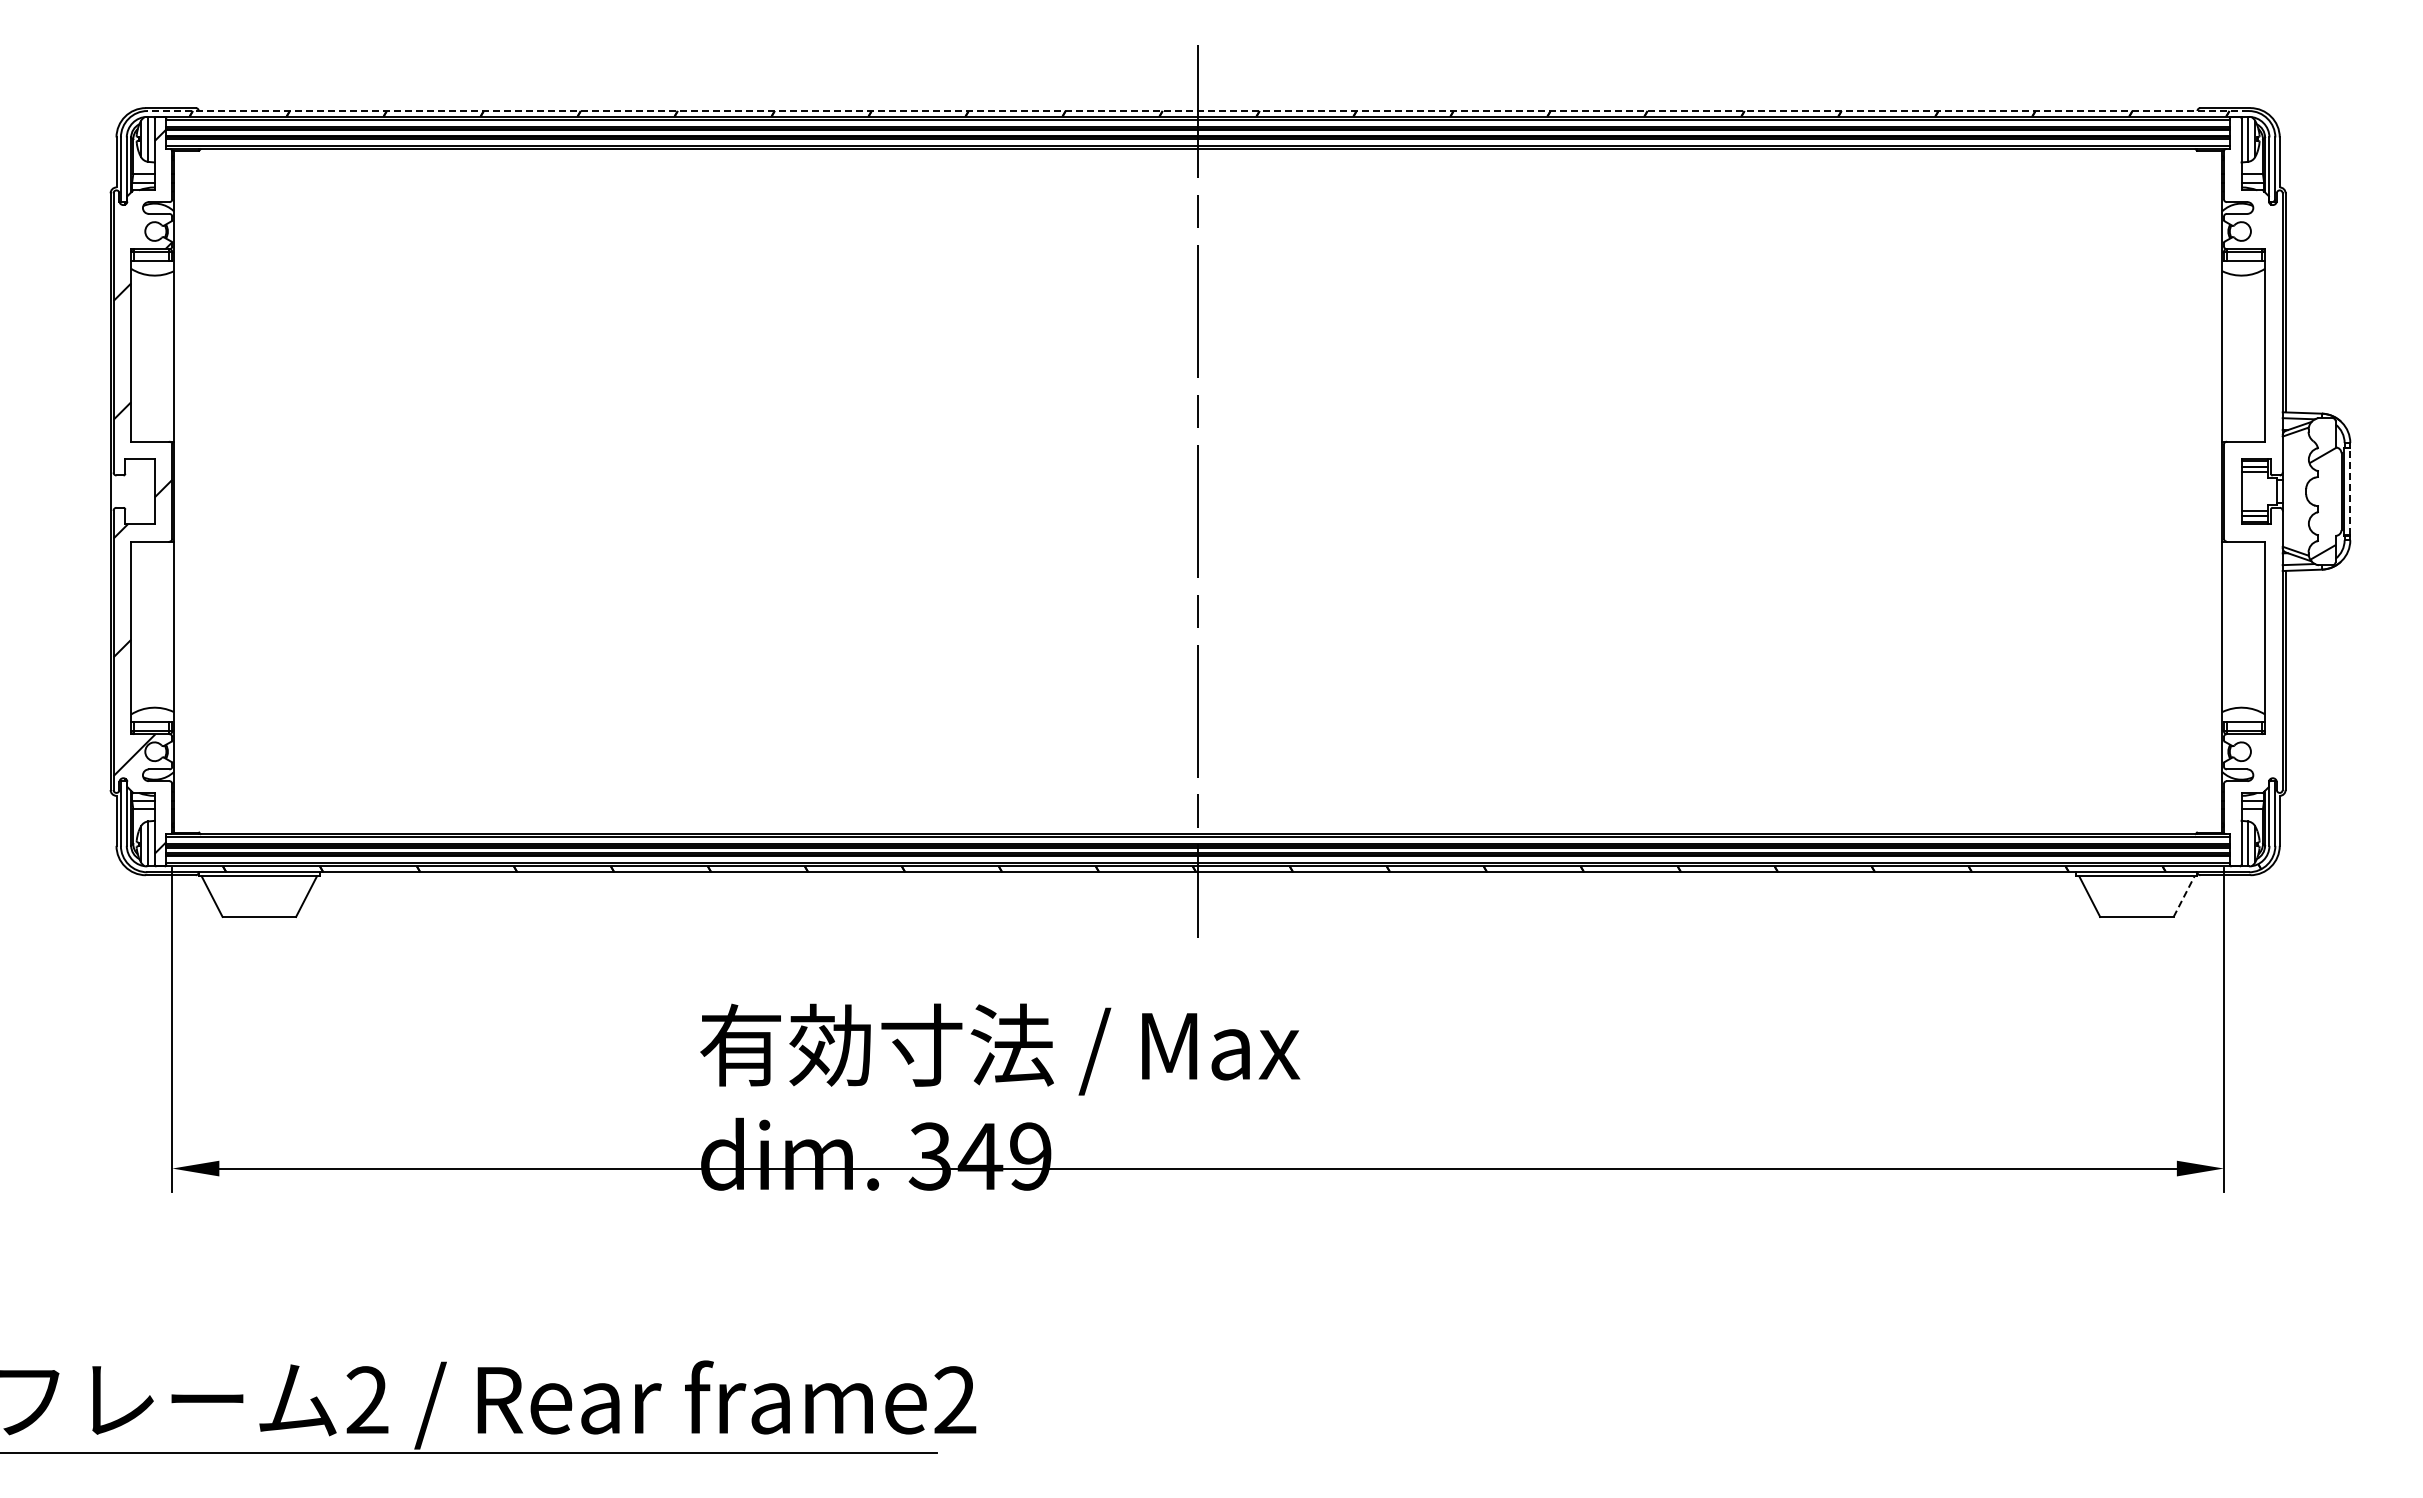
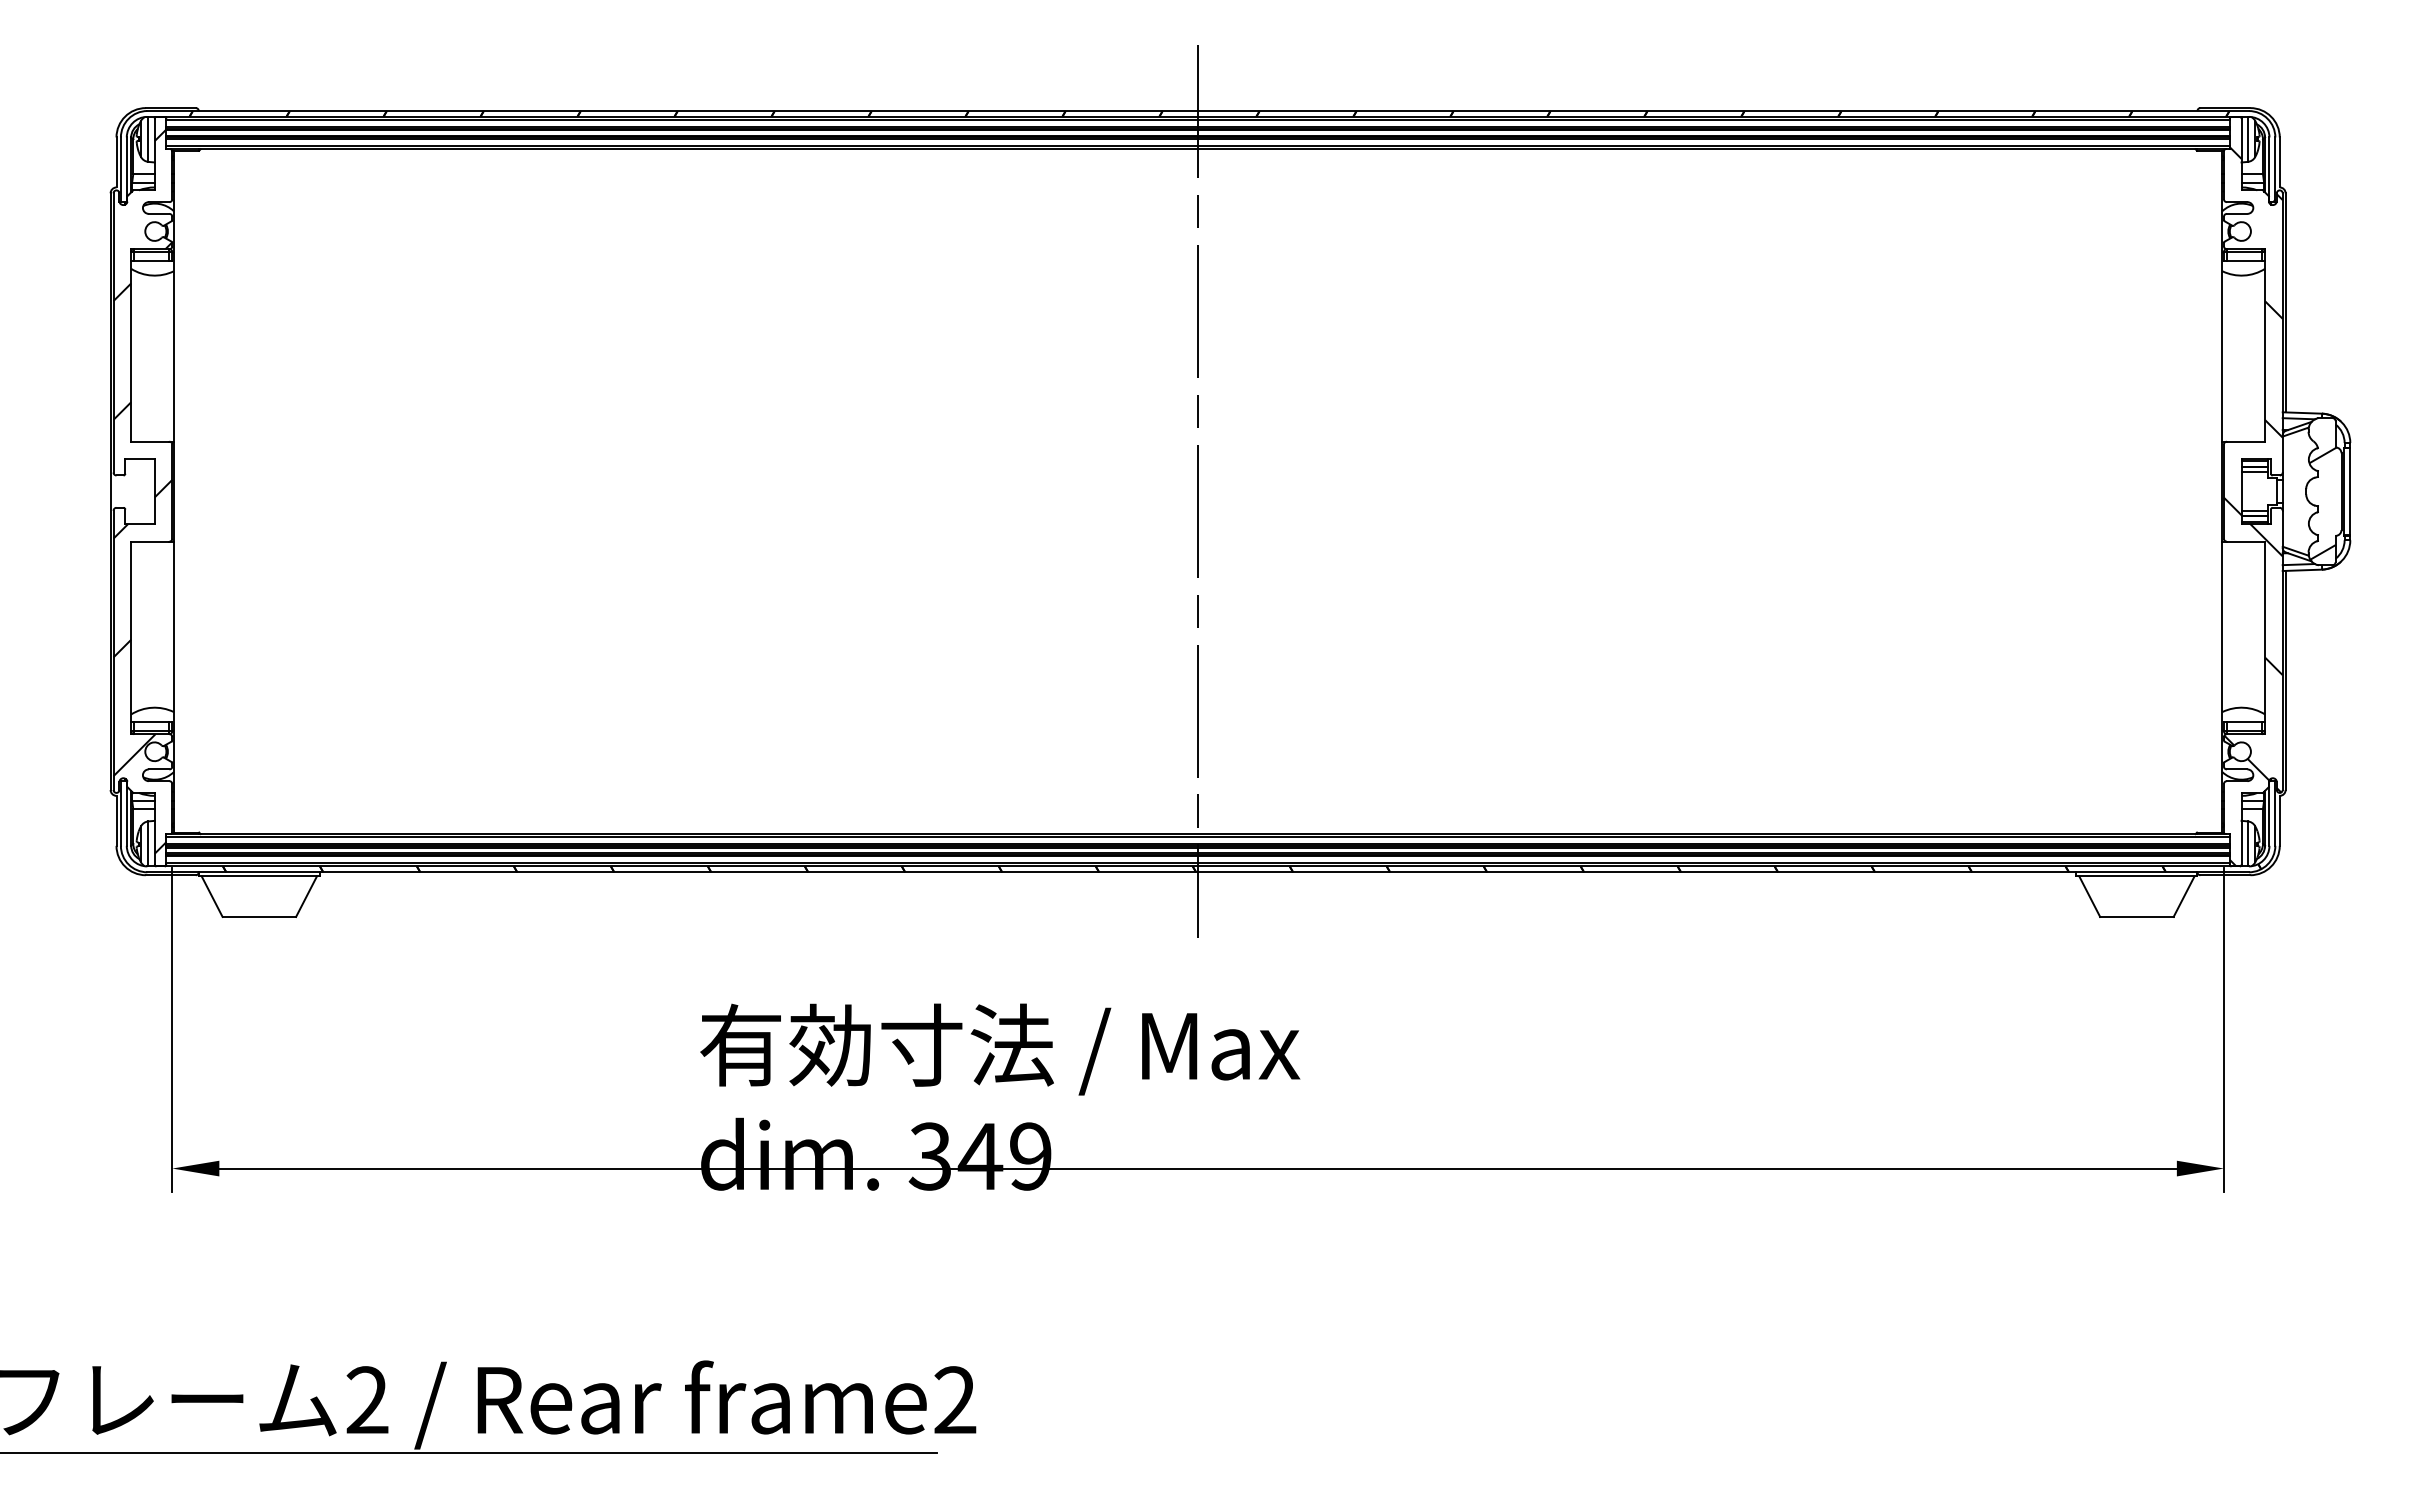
line at (1198, 111): dashed -> solid
line at (2350, 491): dashed -> solid
hatch at (2252, 506): none -> present
line at (2184, 896): dashed -> solid
